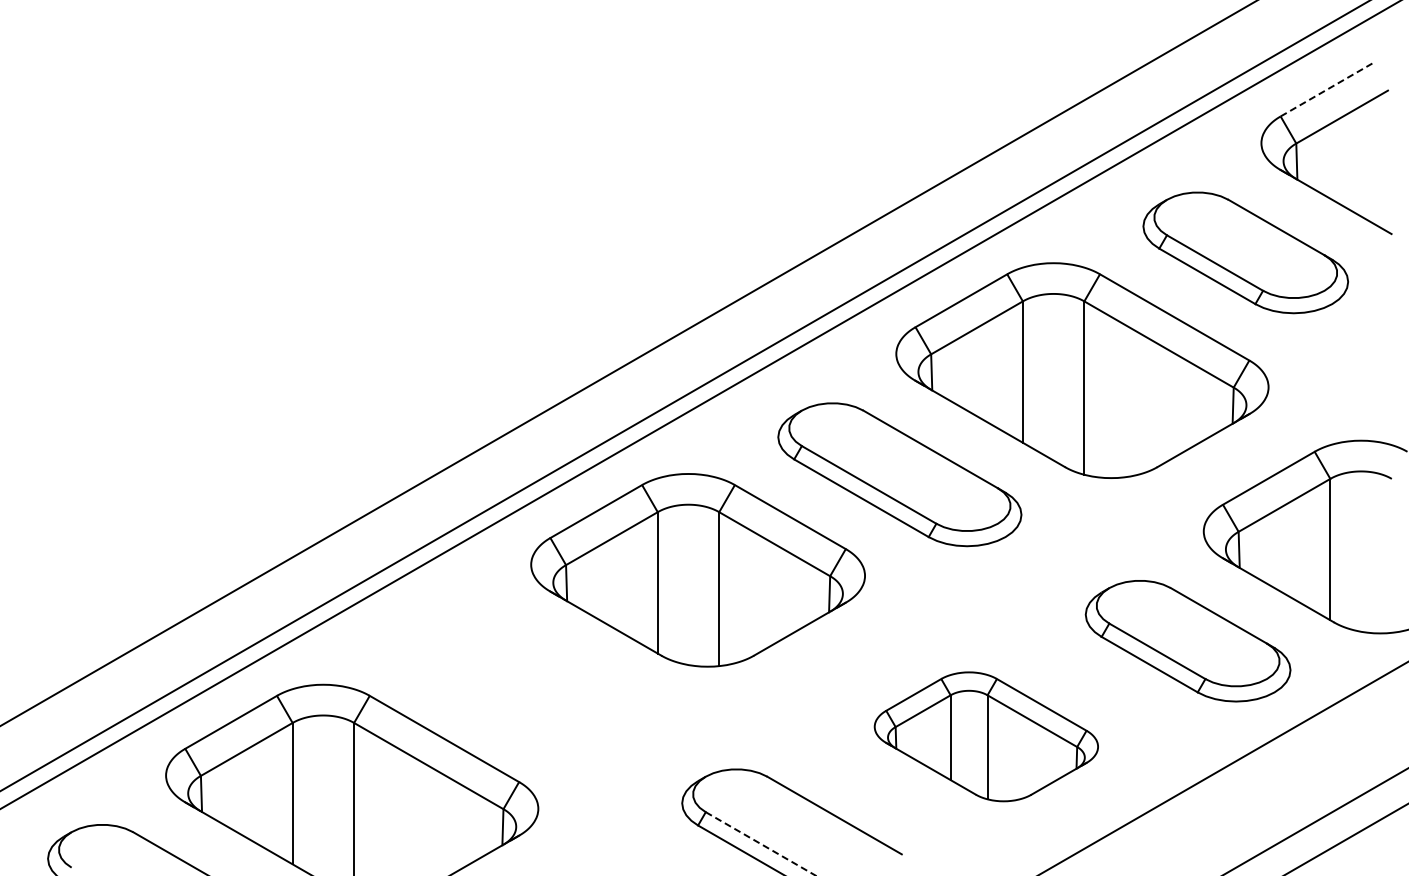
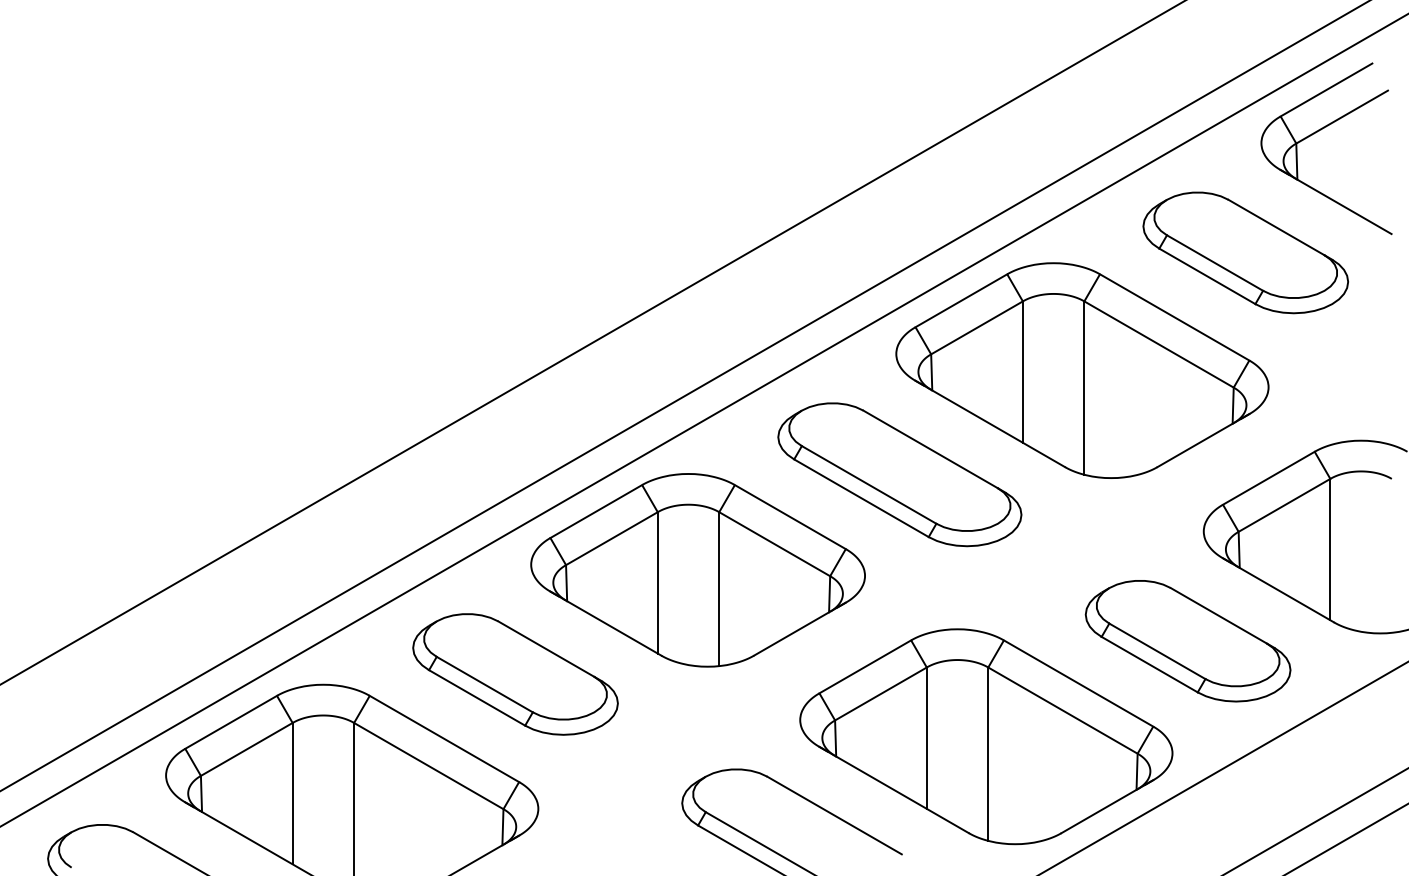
line at (1326, 90): dashed -> solid
line at (628, 363) position: (628, 363) -> (592, 342)
line at (699, 405) position: (699, 405) -> (703, 420)
part at (515, 674): none -> present
part at (985, 736) size: 226x132 px -> 375x218 px
line at (760, 844): dashed -> solid
